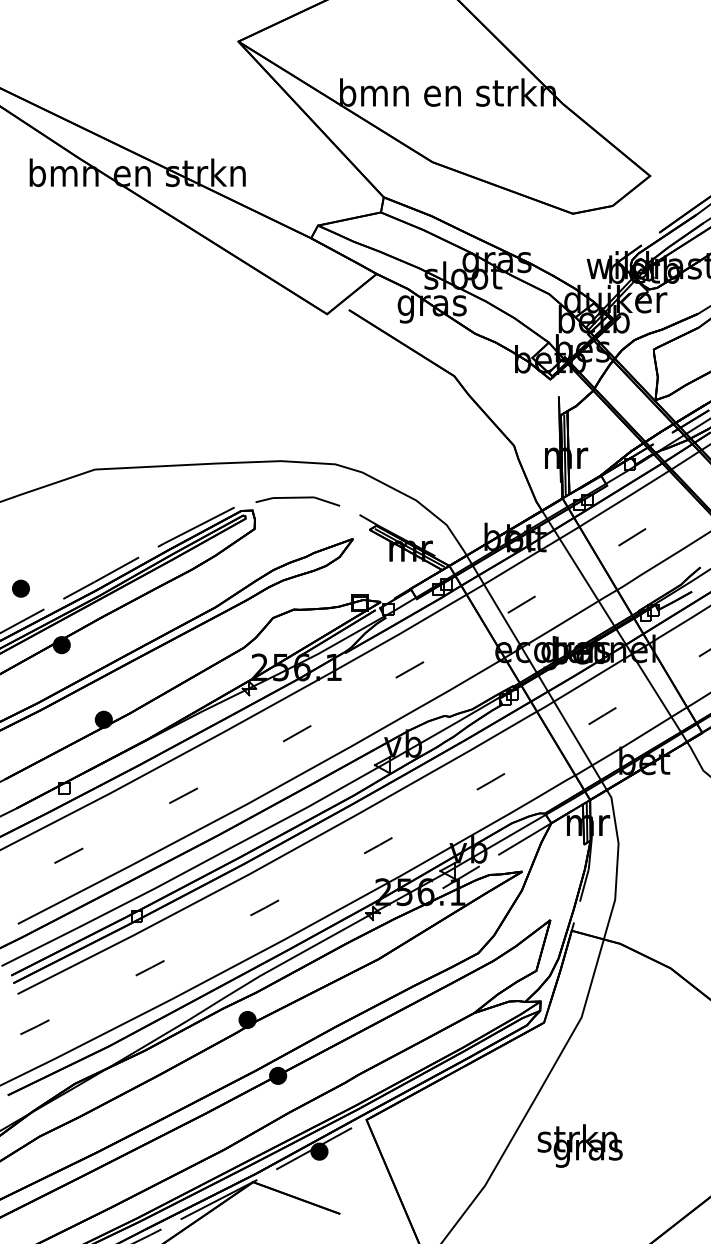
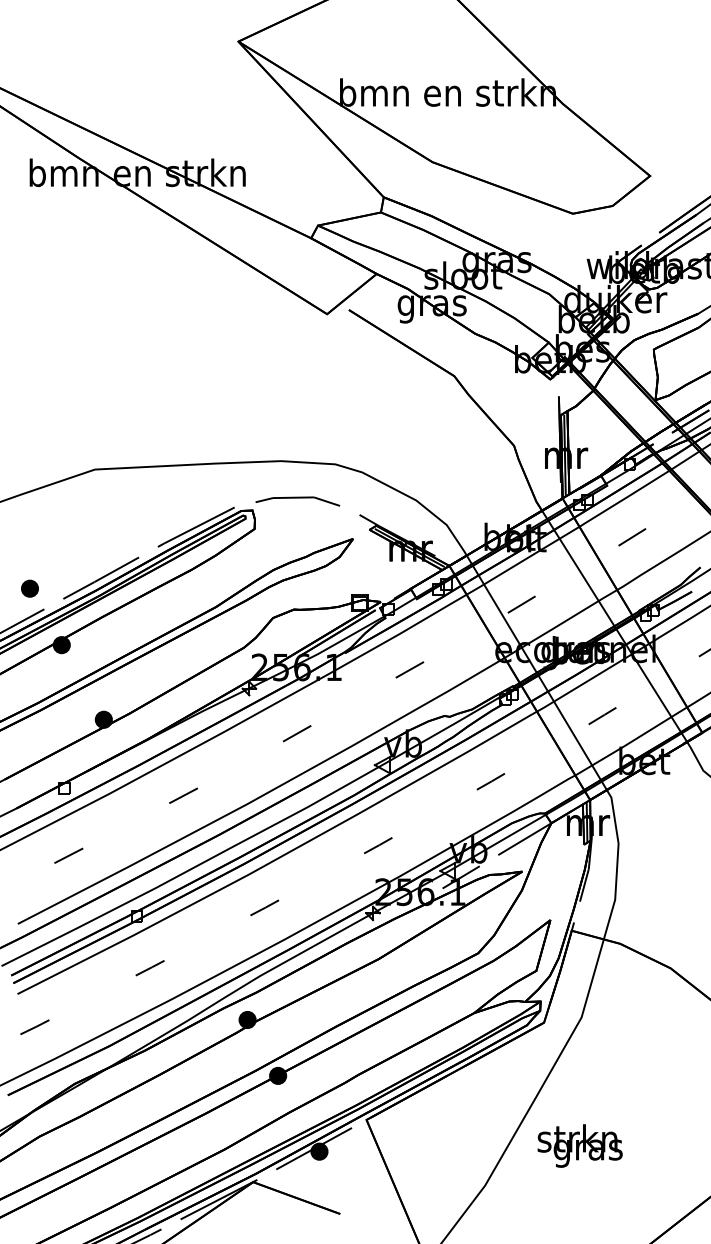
part at (20, 588) position: (20, 588) -> (29, 588)
